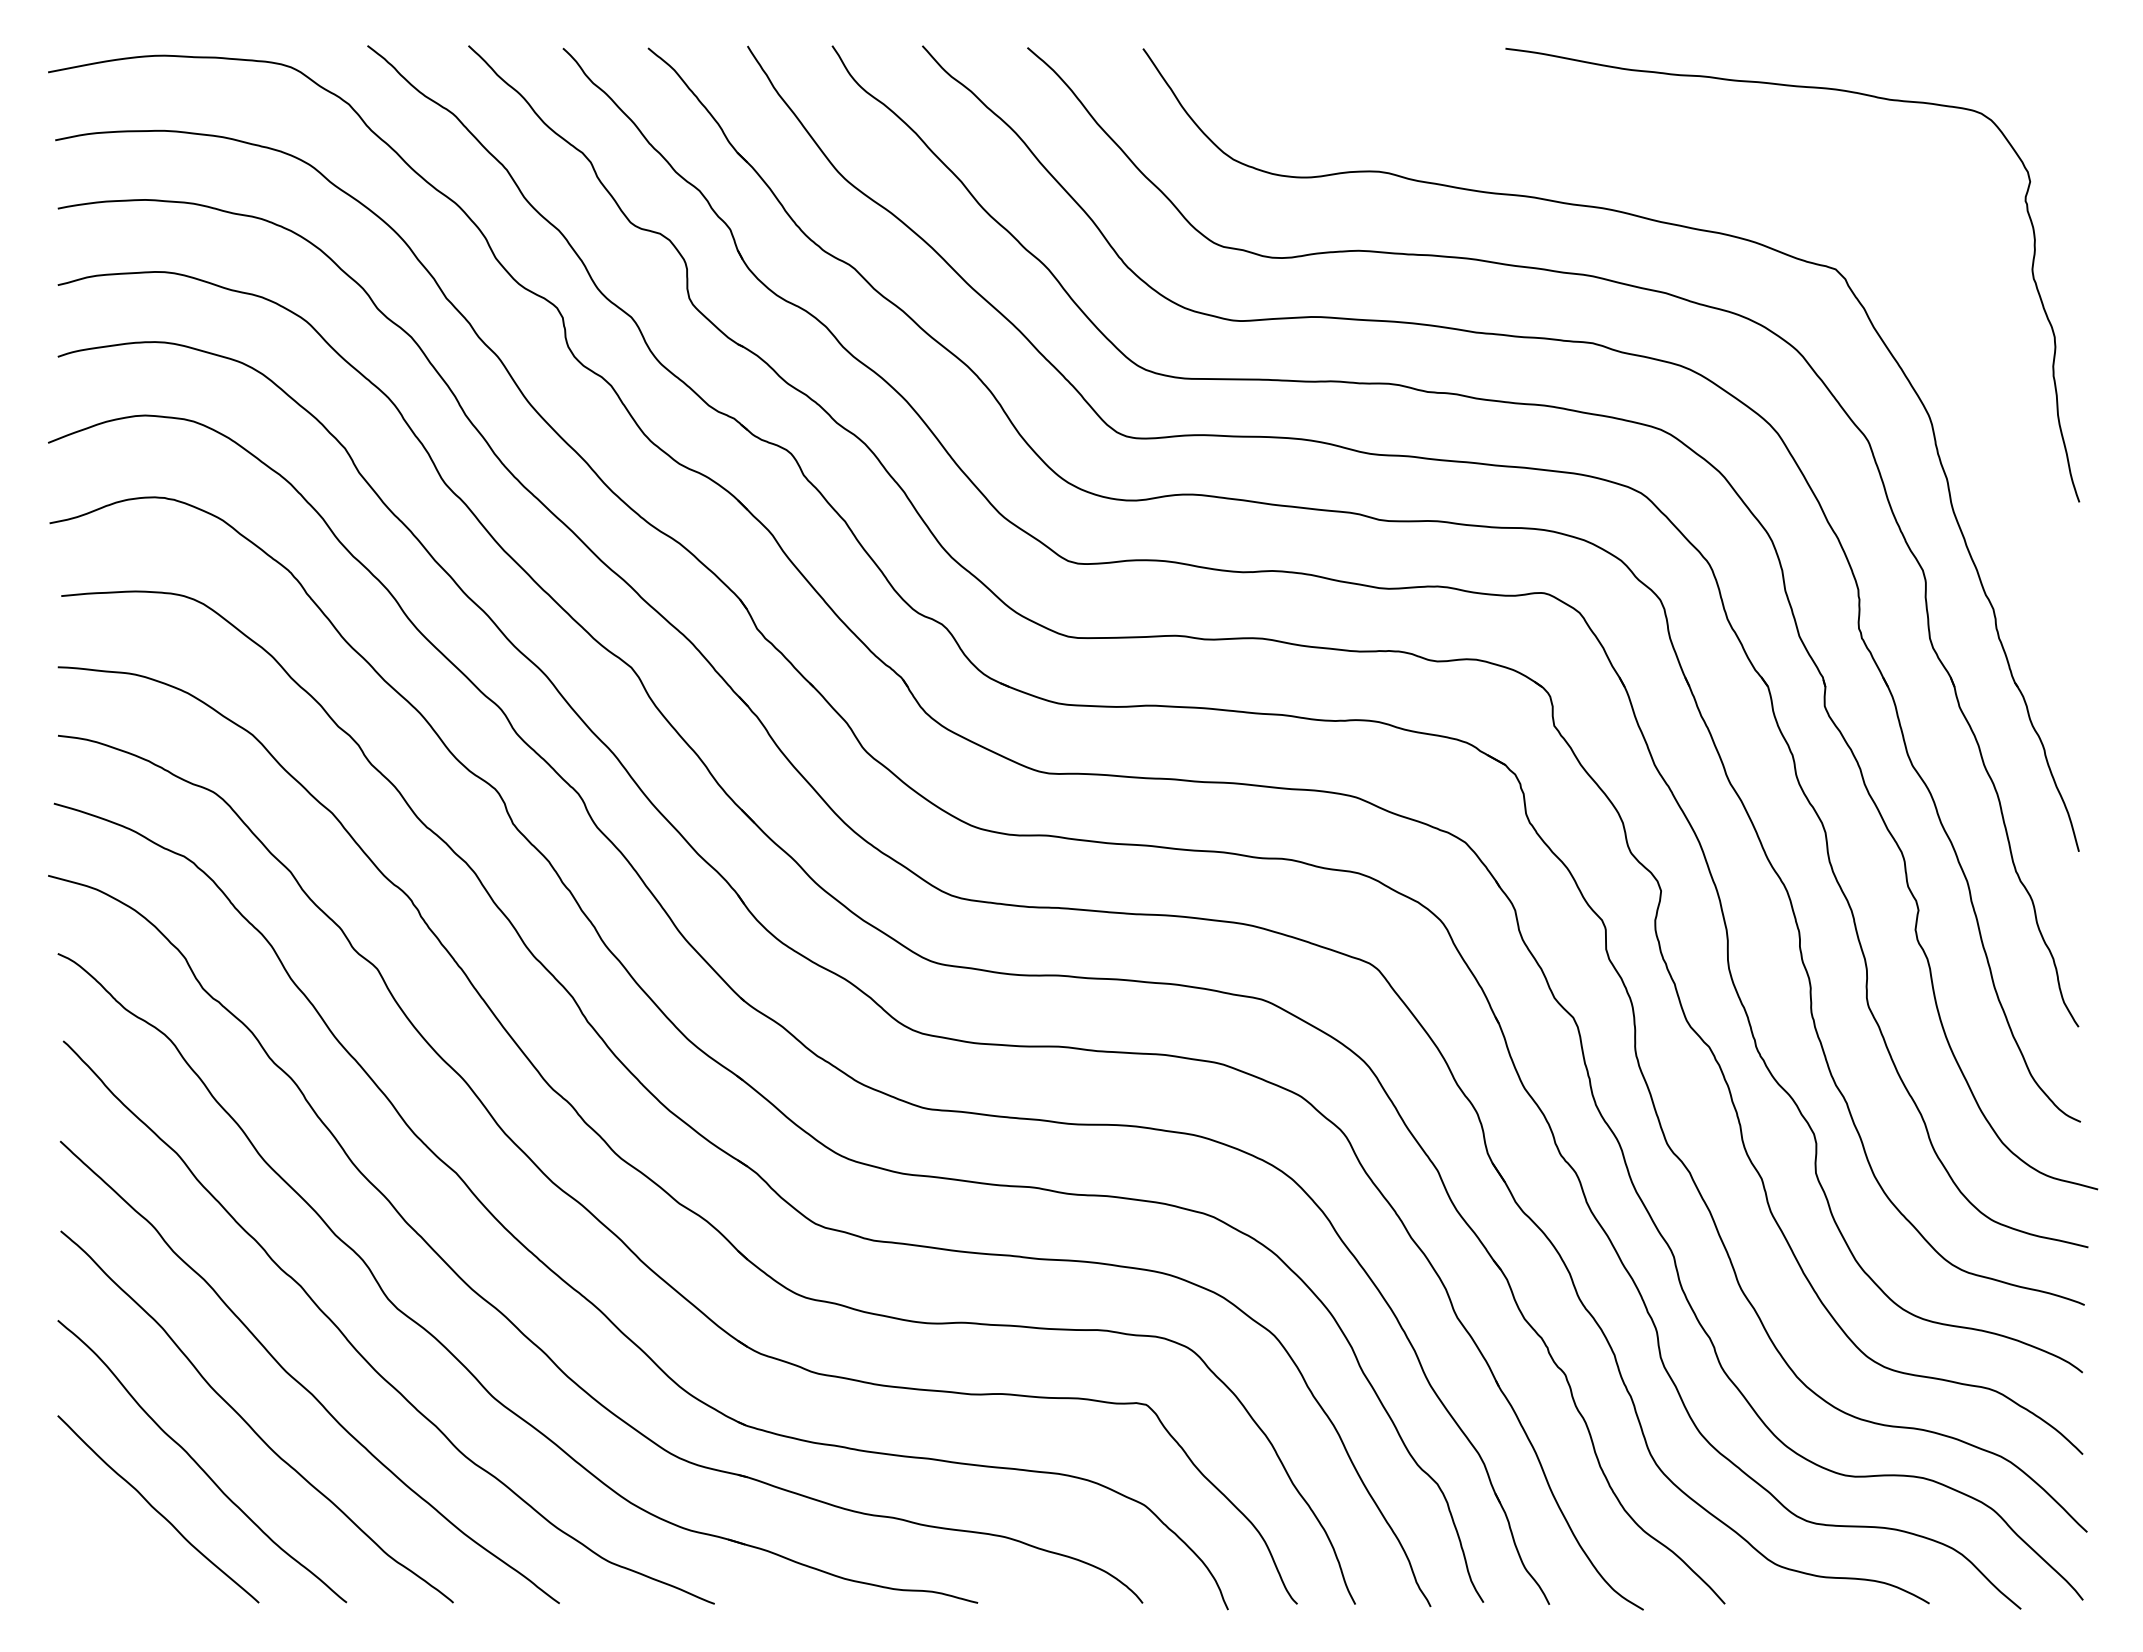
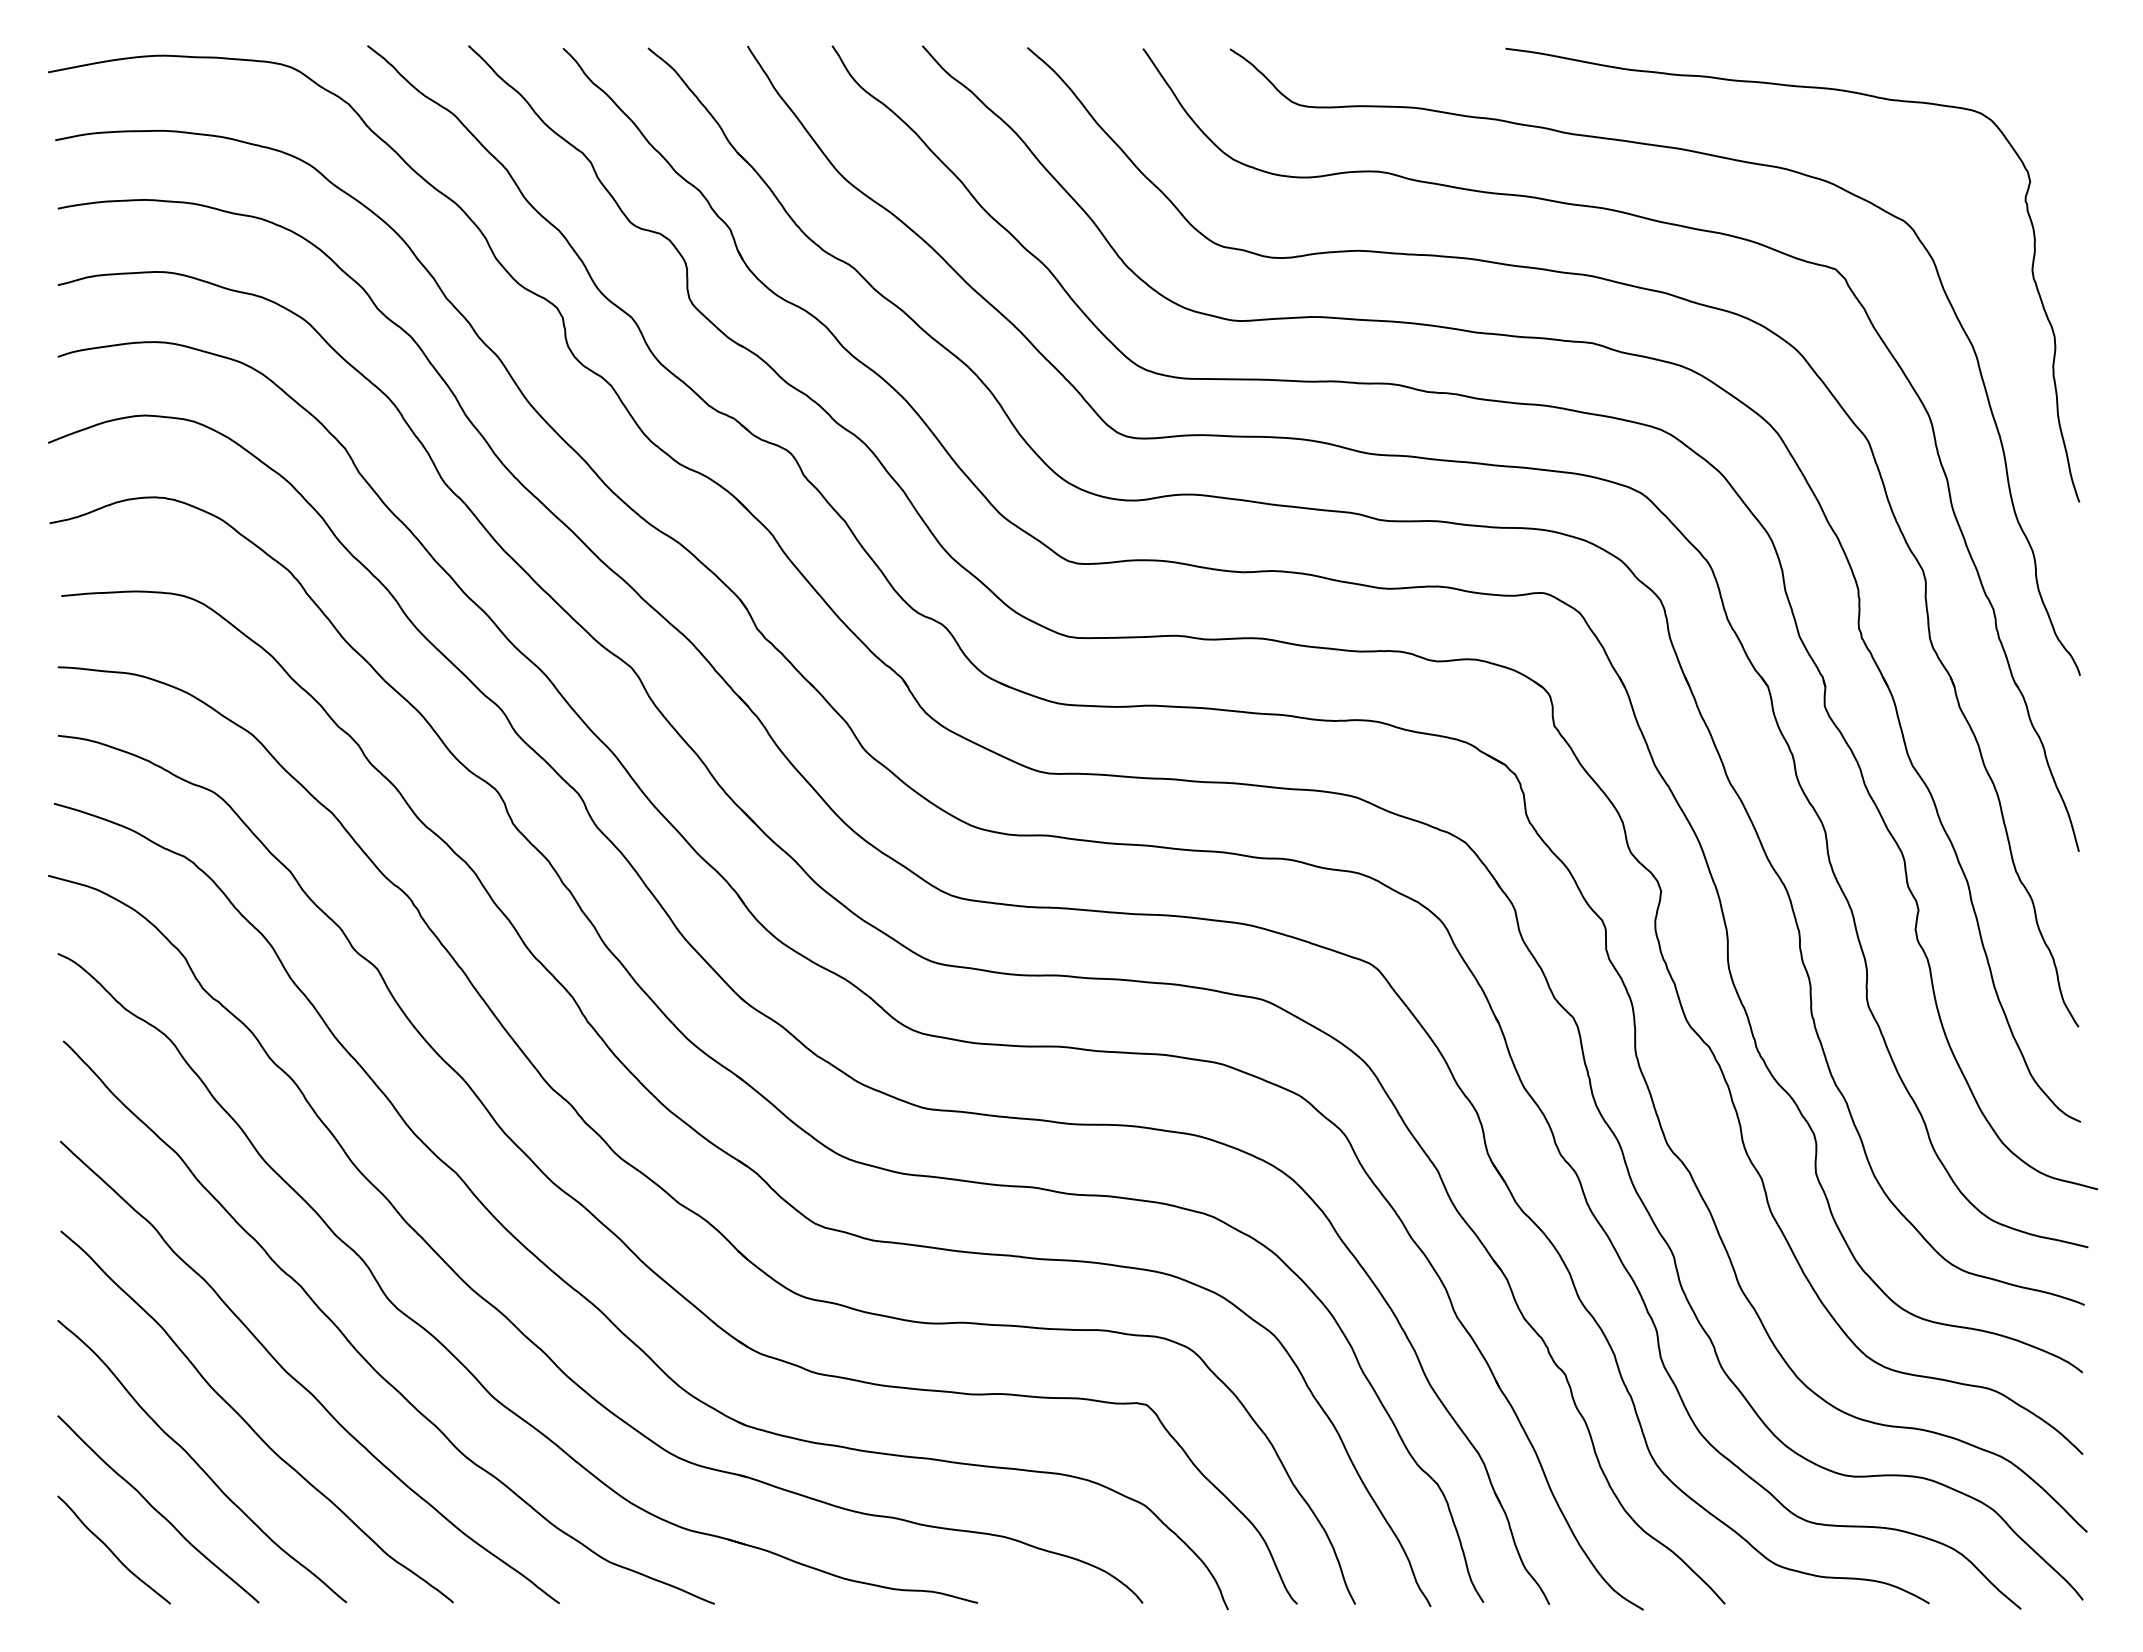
curve at (1697, 153): none -> present
curve at (111, 1550): none -> present
